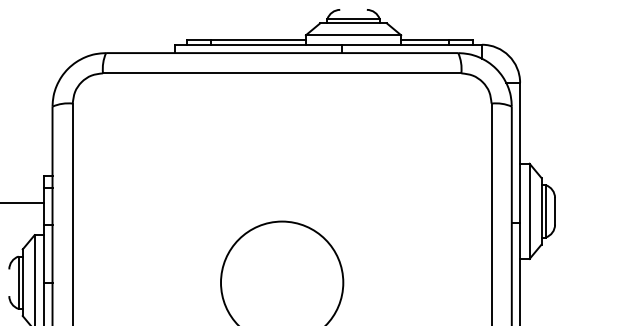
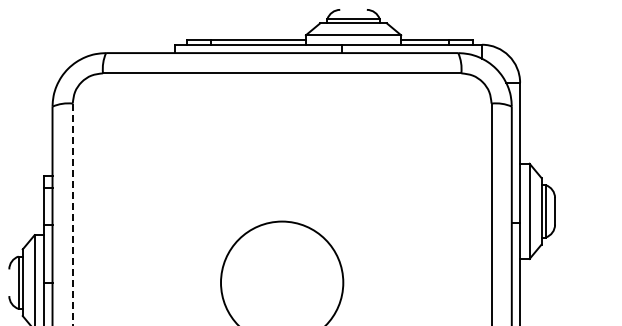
line at (23, 202): present -> none
line at (72, 214): solid -> dashed
